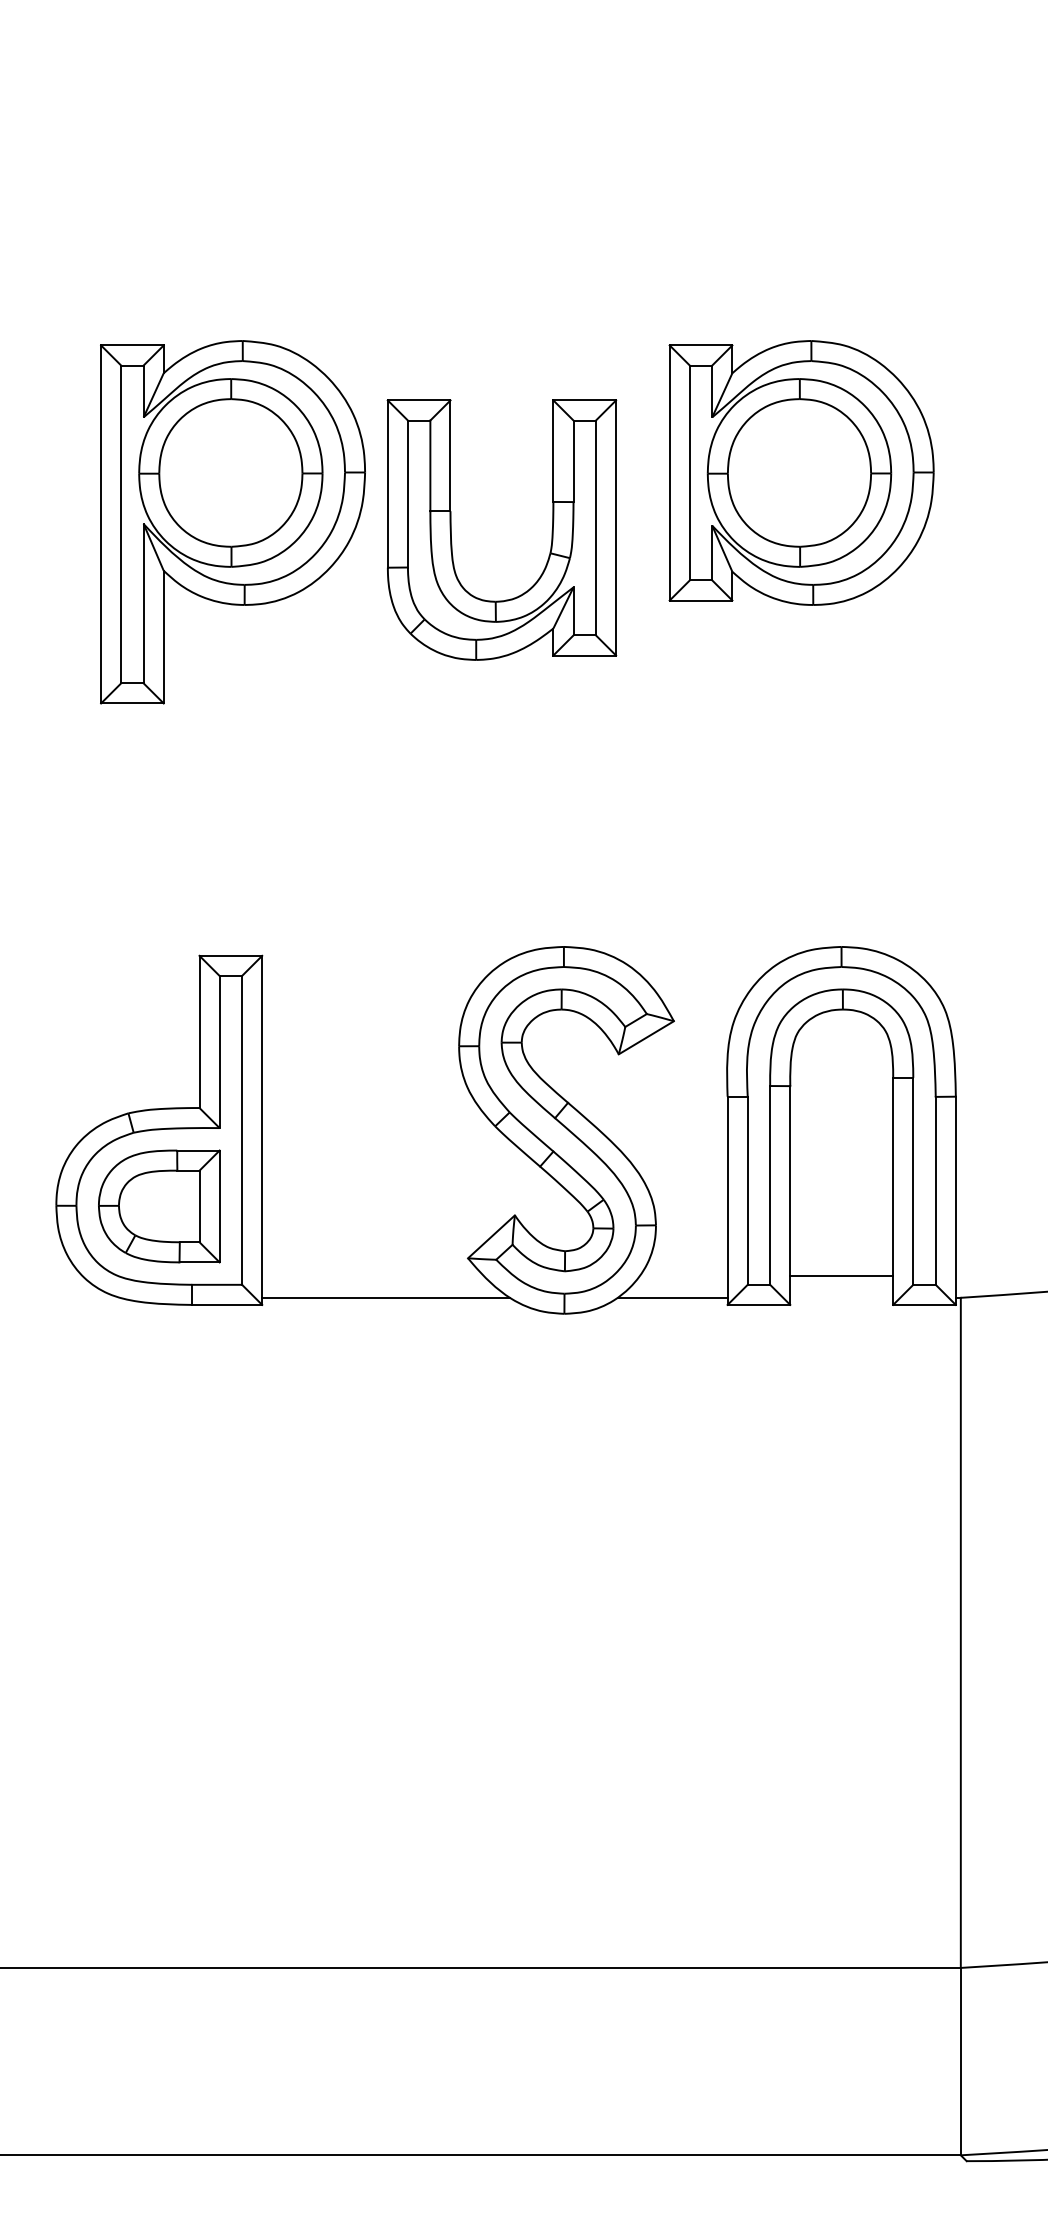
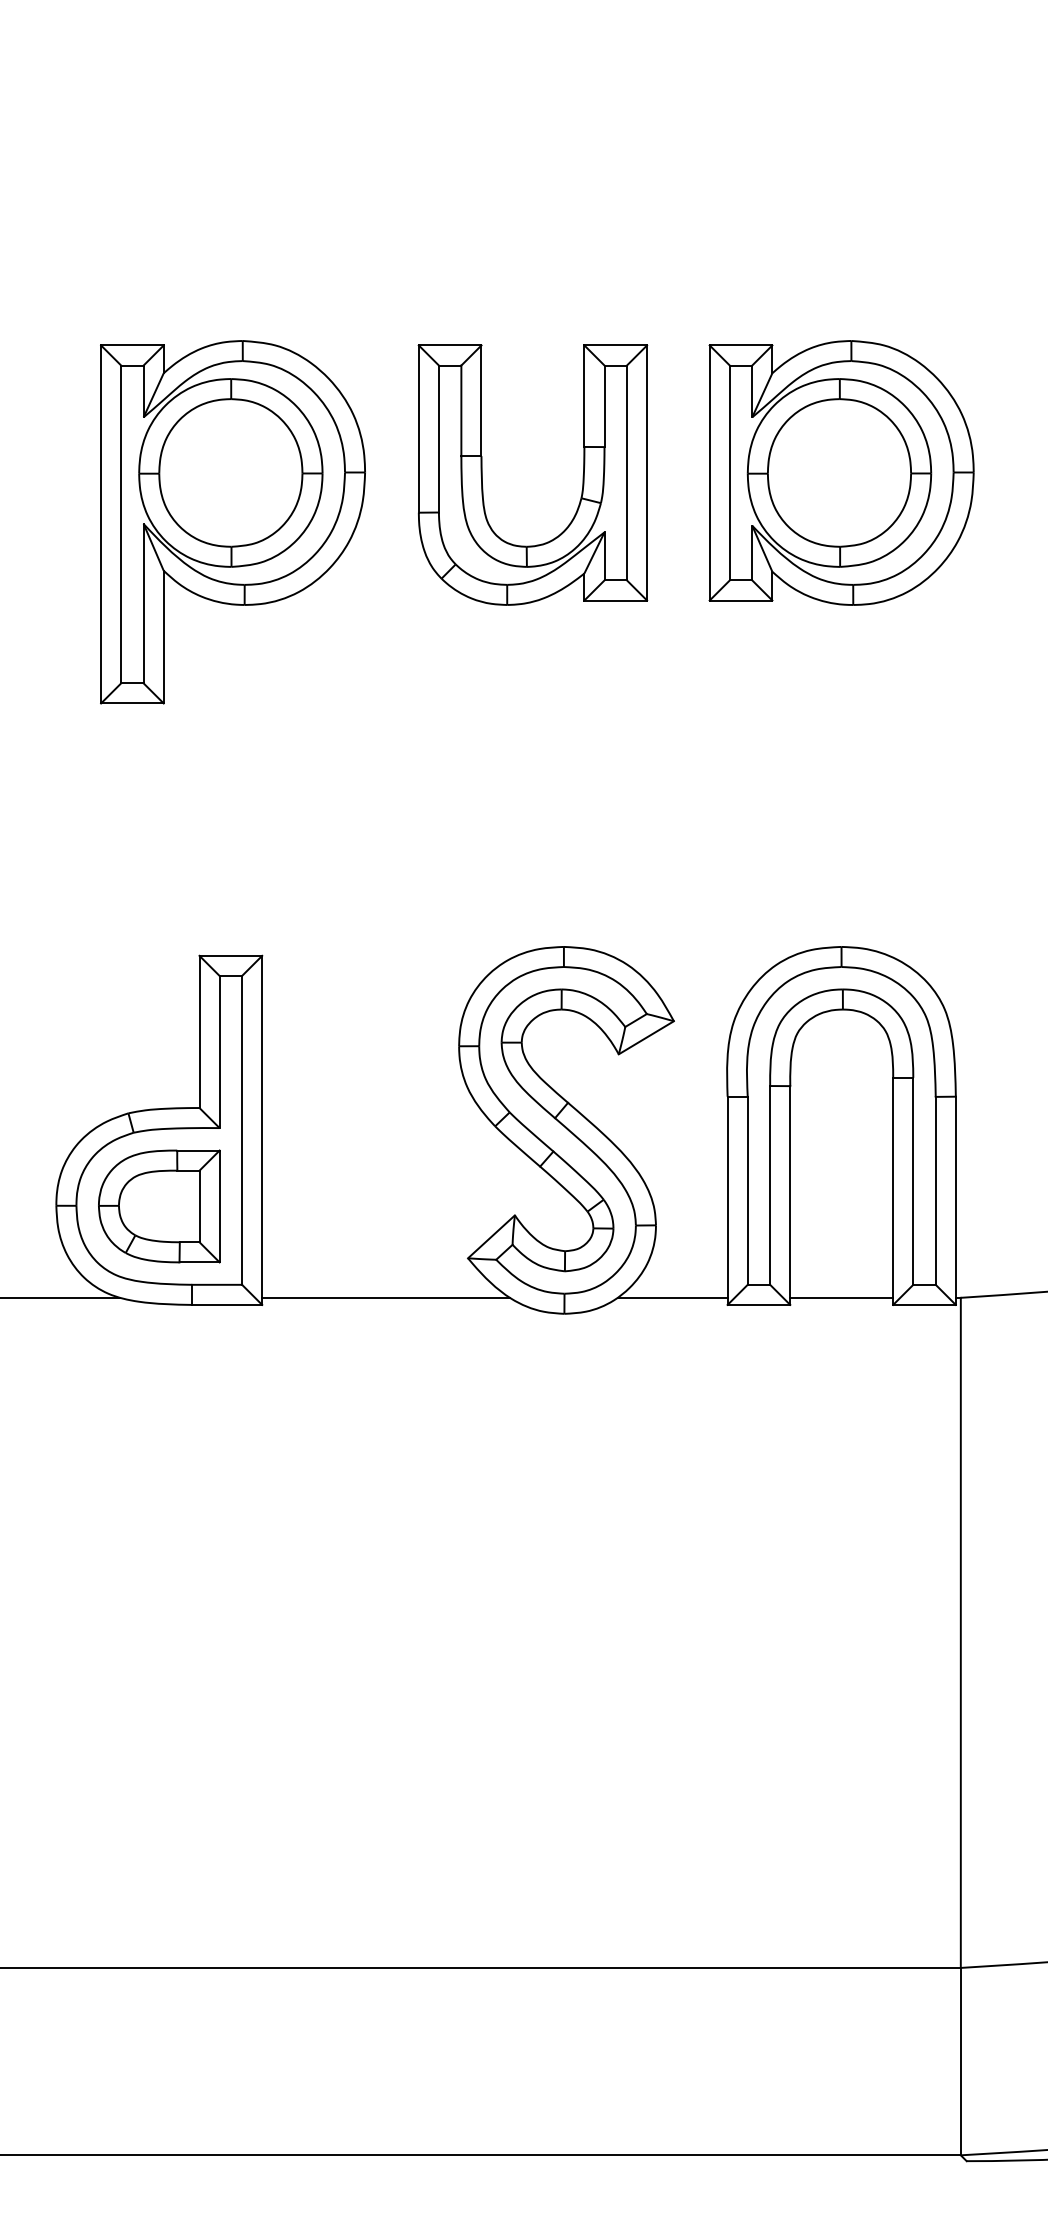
part at (801, 472) position: (801, 472) -> (841, 472)
part at (451, 529) position: (451, 529) -> (482, 474)
line at (841, 1275) position: (841, 1275) -> (841, 1297)
line at (60, 1297): none -> present
